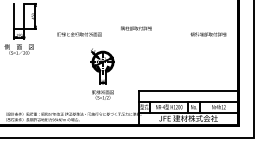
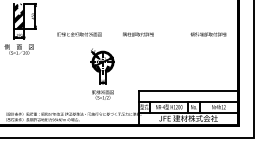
hatch at (19, 15): none -> present
text at (136, 28) position: (136, 28) -> (138, 34)
